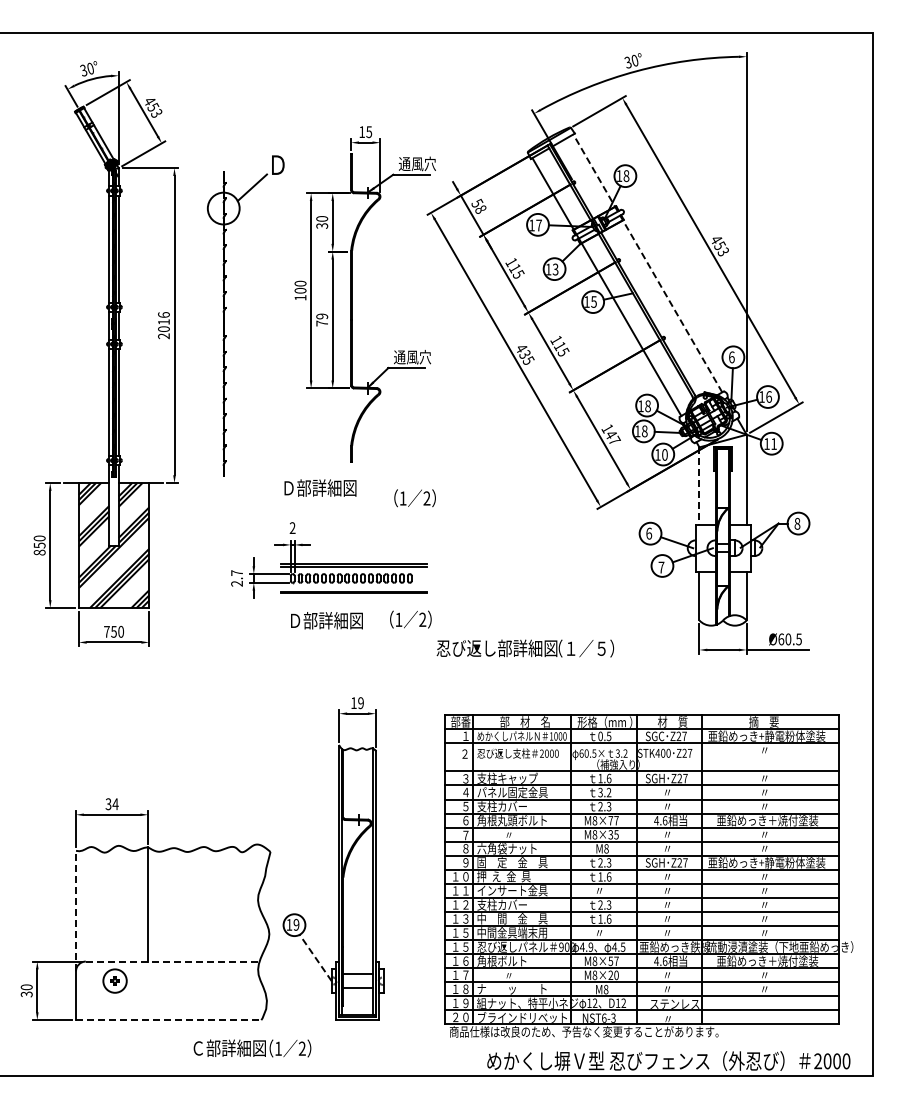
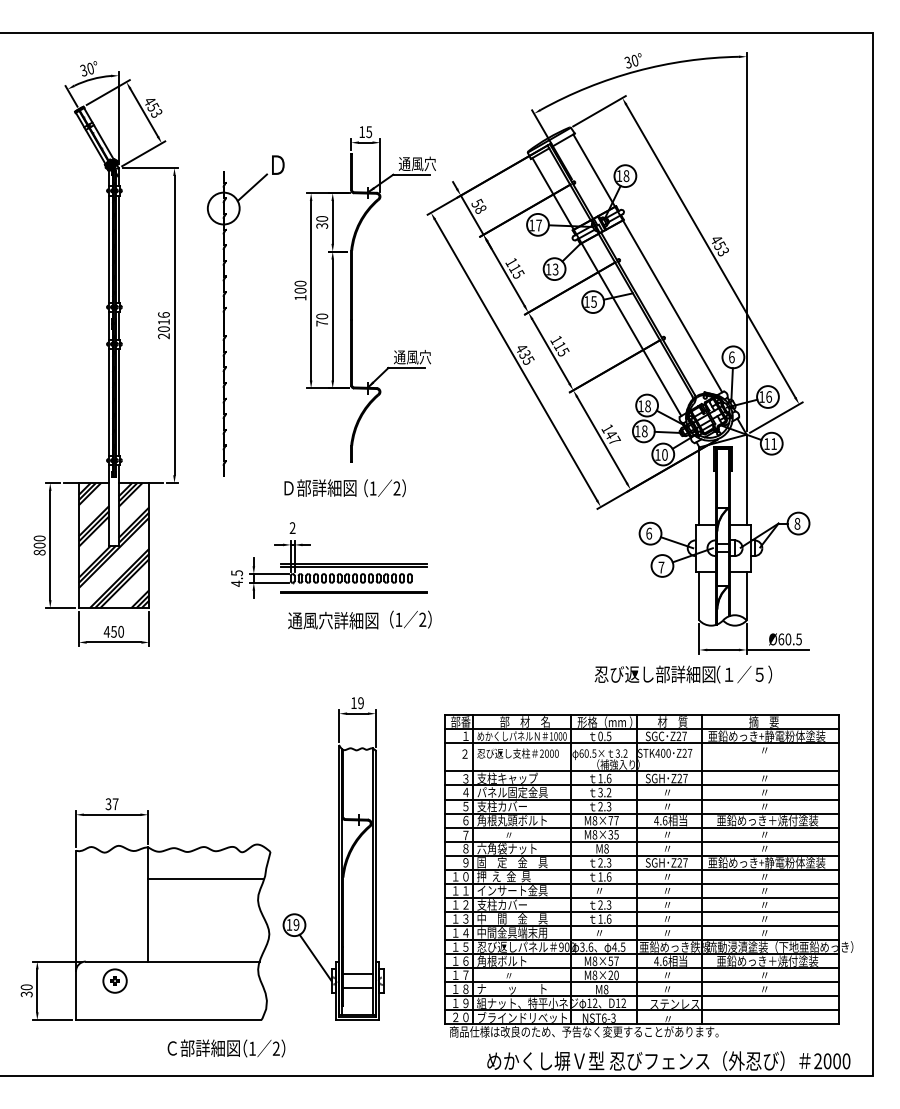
line at (647, 263): dashed -> solid
text at (322, 316): 79 -> 70
line at (699, 486): dashed -> solid
text at (414, 498) position: (414, 498) -> (384, 488)
text at (39, 545): 850 -> 800
text at (237, 578): 2.7 -> 4.5
text at (333, 620): Ｄ部詳細図 -> 通風穴詳細図
text at (106, 631): 750 -> 450
text at (525, 648) position: (525, 648) -> (683, 674)
text at (115, 804): 34 -> 37
line at (206, 878): none -> present
line at (76, 910): dashed -> solid
text at (465, 932): １５ -> １４
text at (586, 946): 4.9 -> 3.6
line at (315, 957): dashed -> solid
line at (172, 961): dashed -> solid
line at (168, 1020): dashed -> solid
text at (252, 1048) position: (252, 1048) -> (226, 1048)
